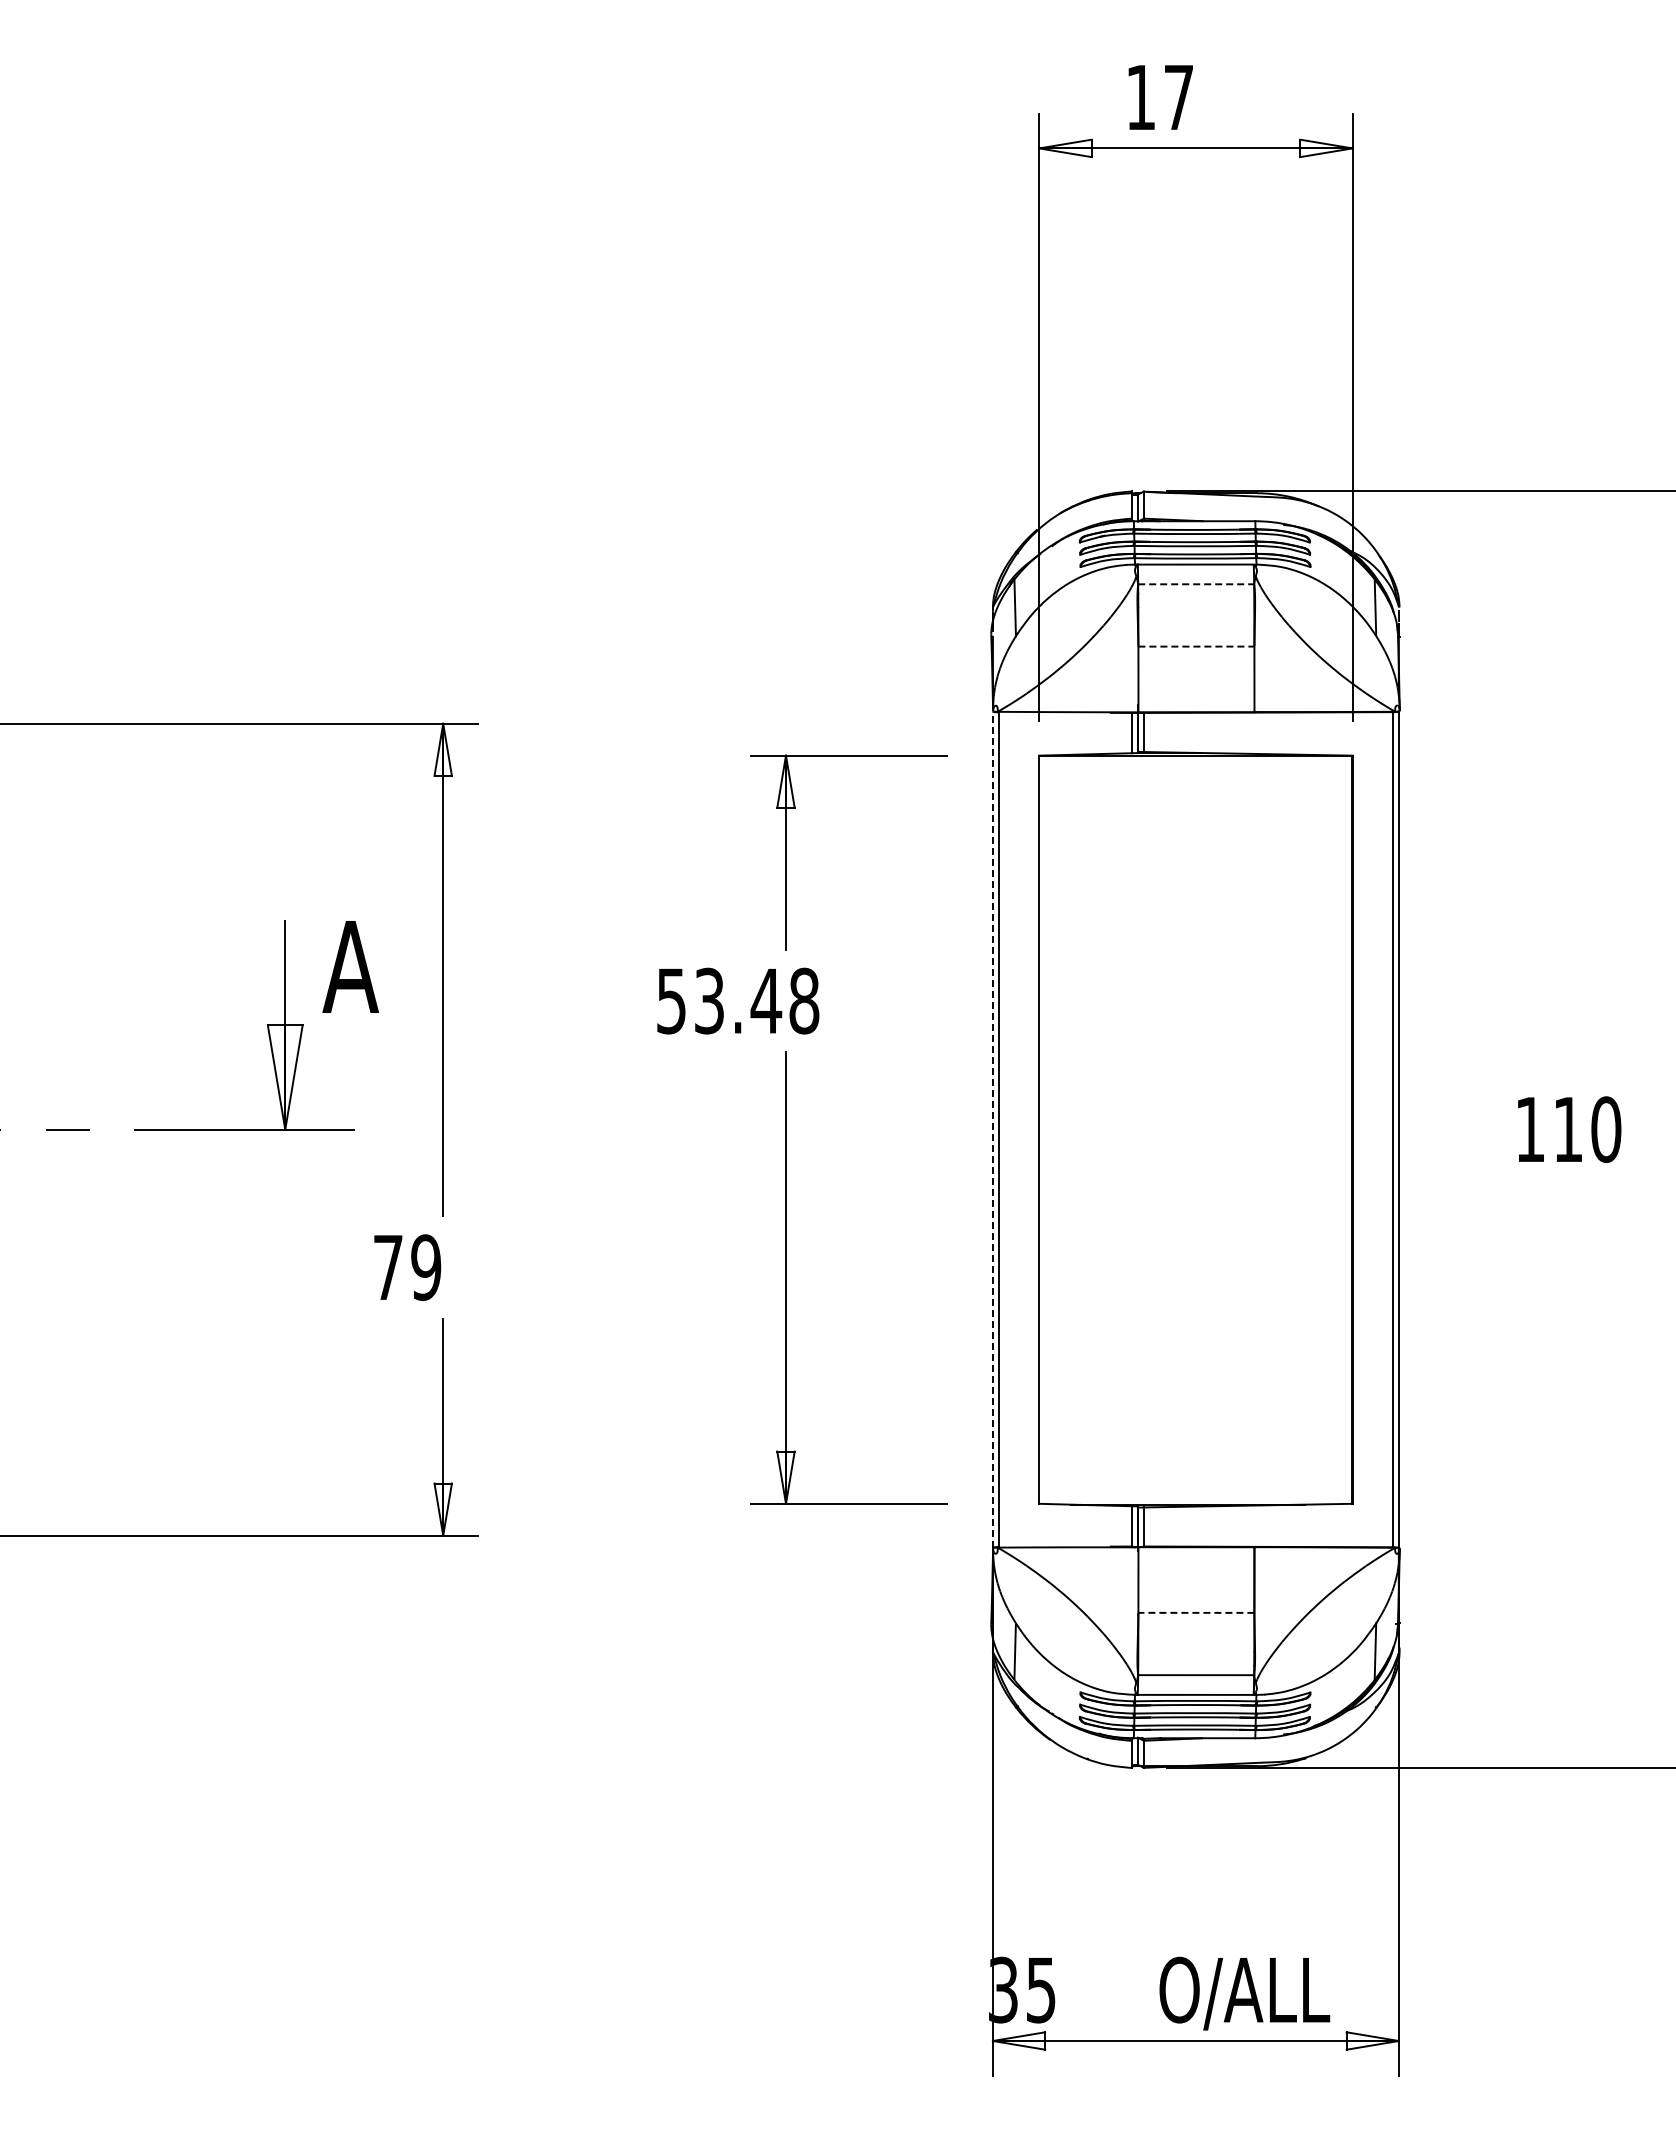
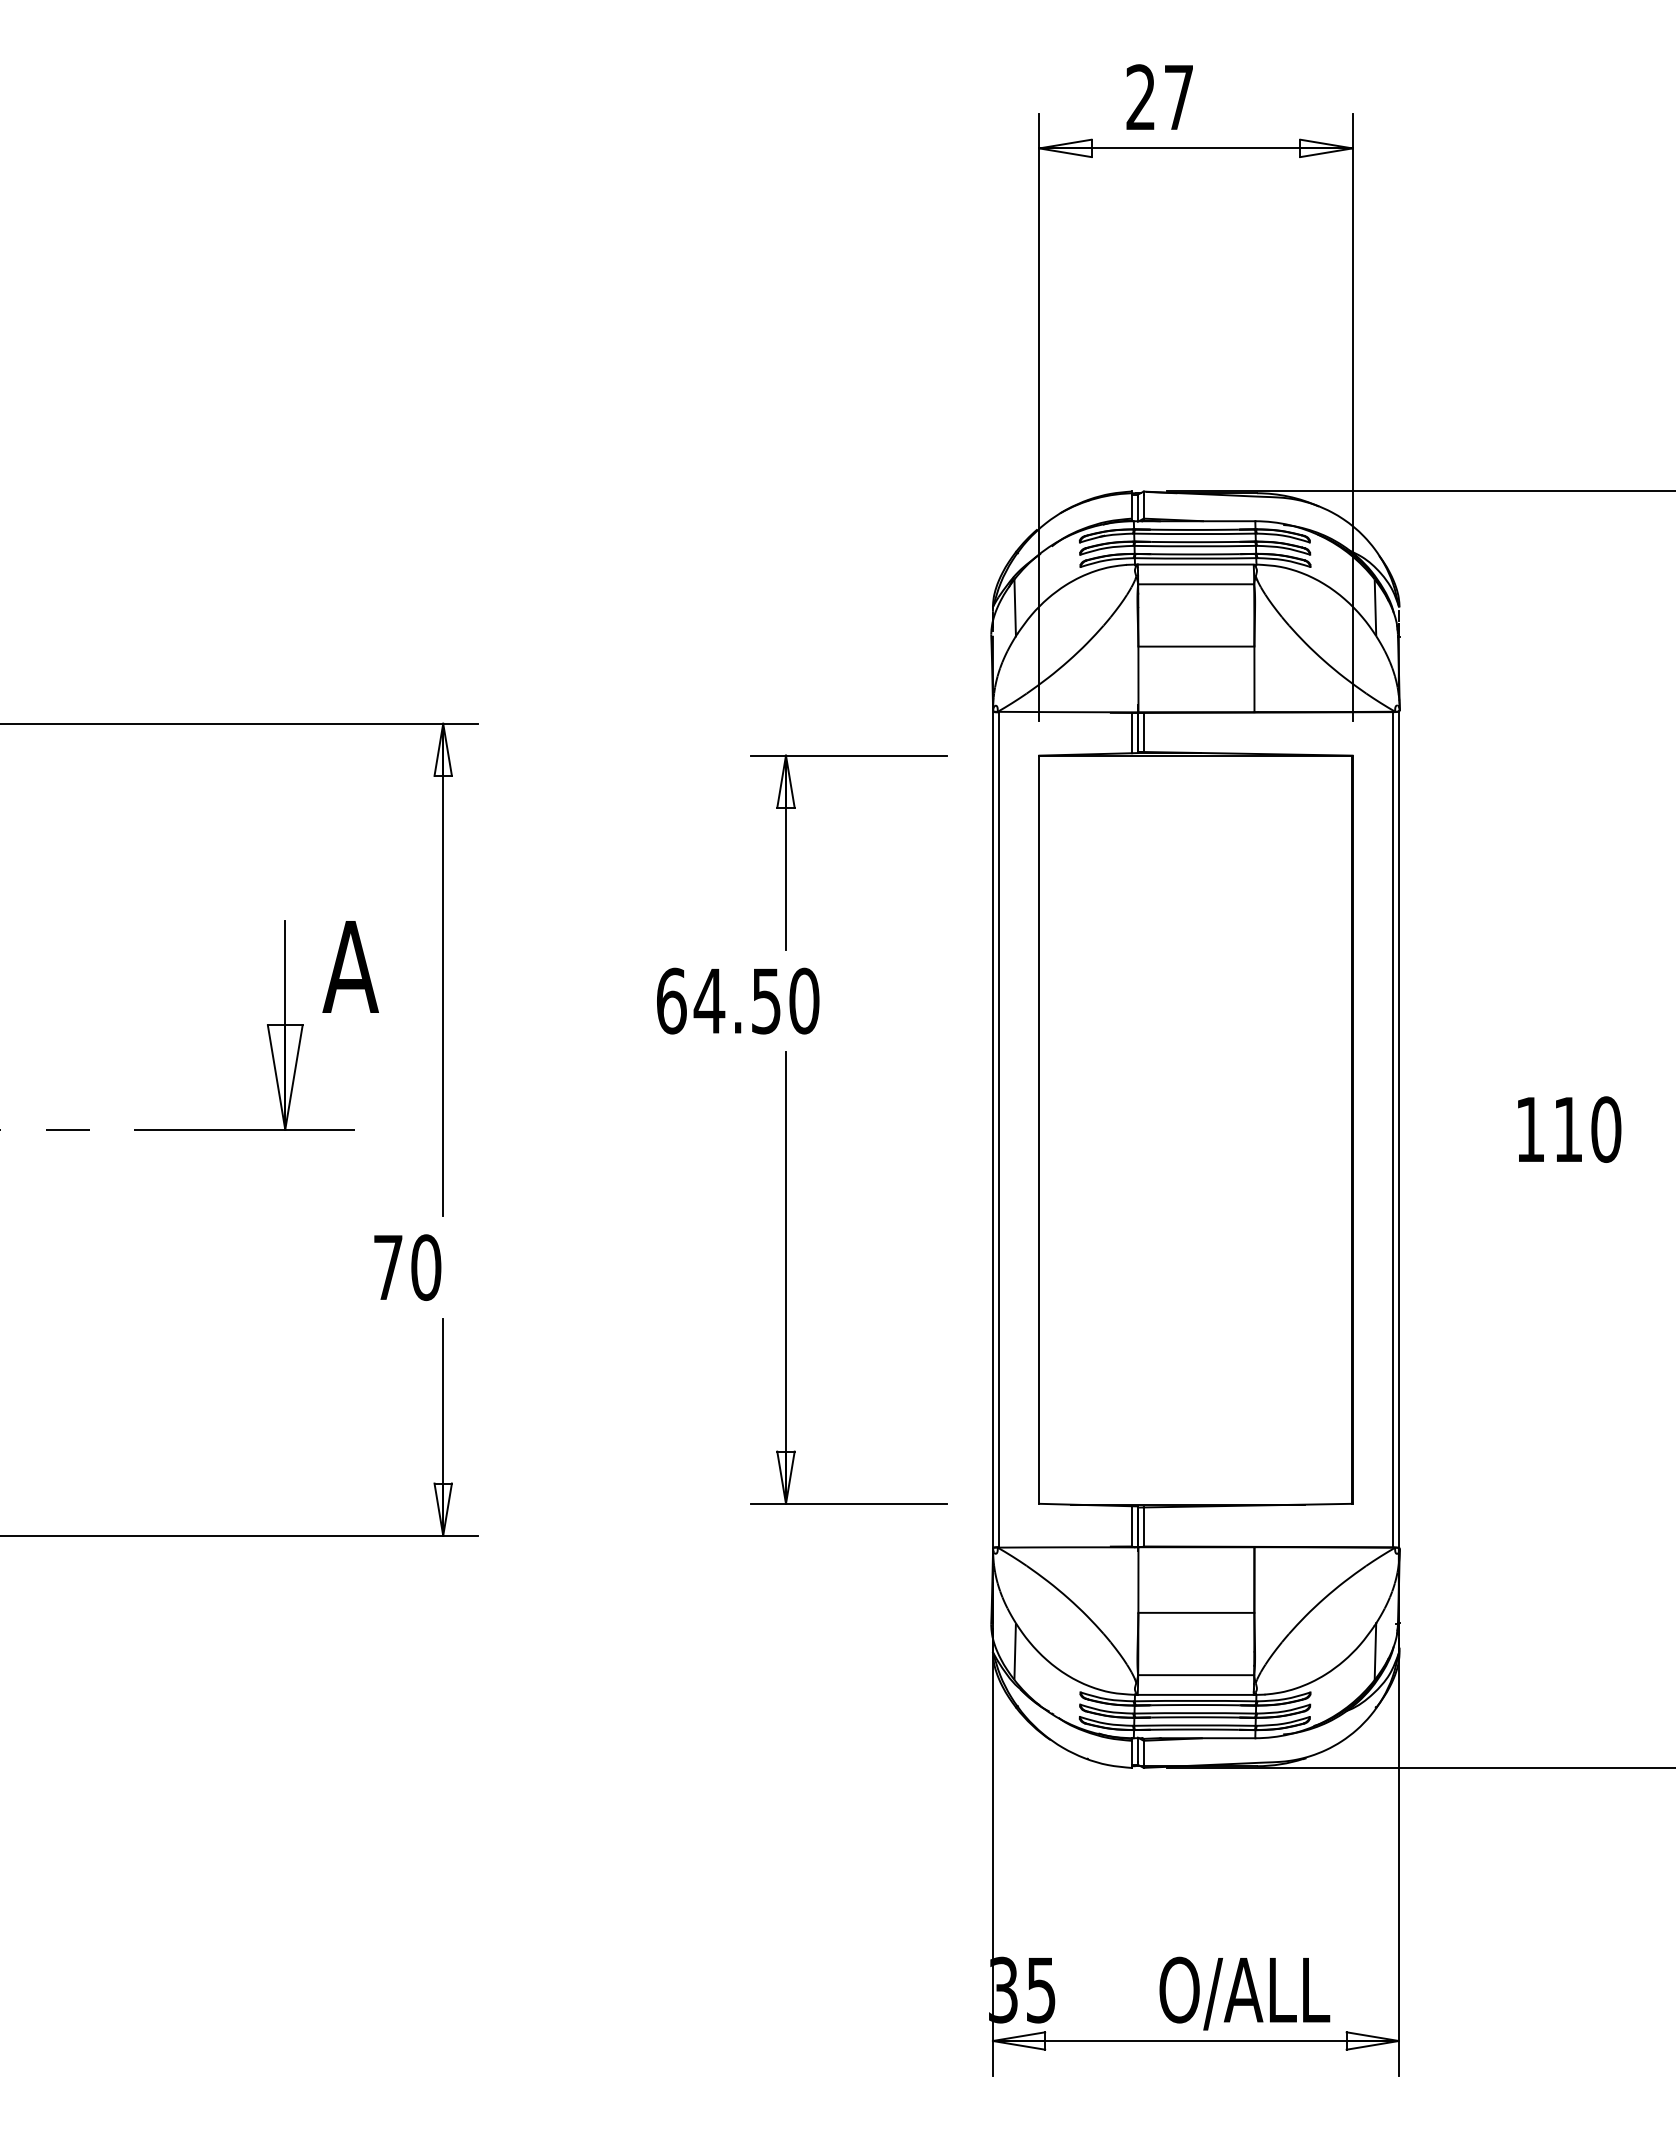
text at (1140, 96): 17 -> 27
line at (1196, 584): dashed -> solid
line at (1196, 646): dashed -> solid
text at (738, 1000): 53.48 -> 64.50
line at (992, 1129): dashed -> solid
text at (426, 1267): 79 -> 70
line at (1196, 1612): dashed -> solid
